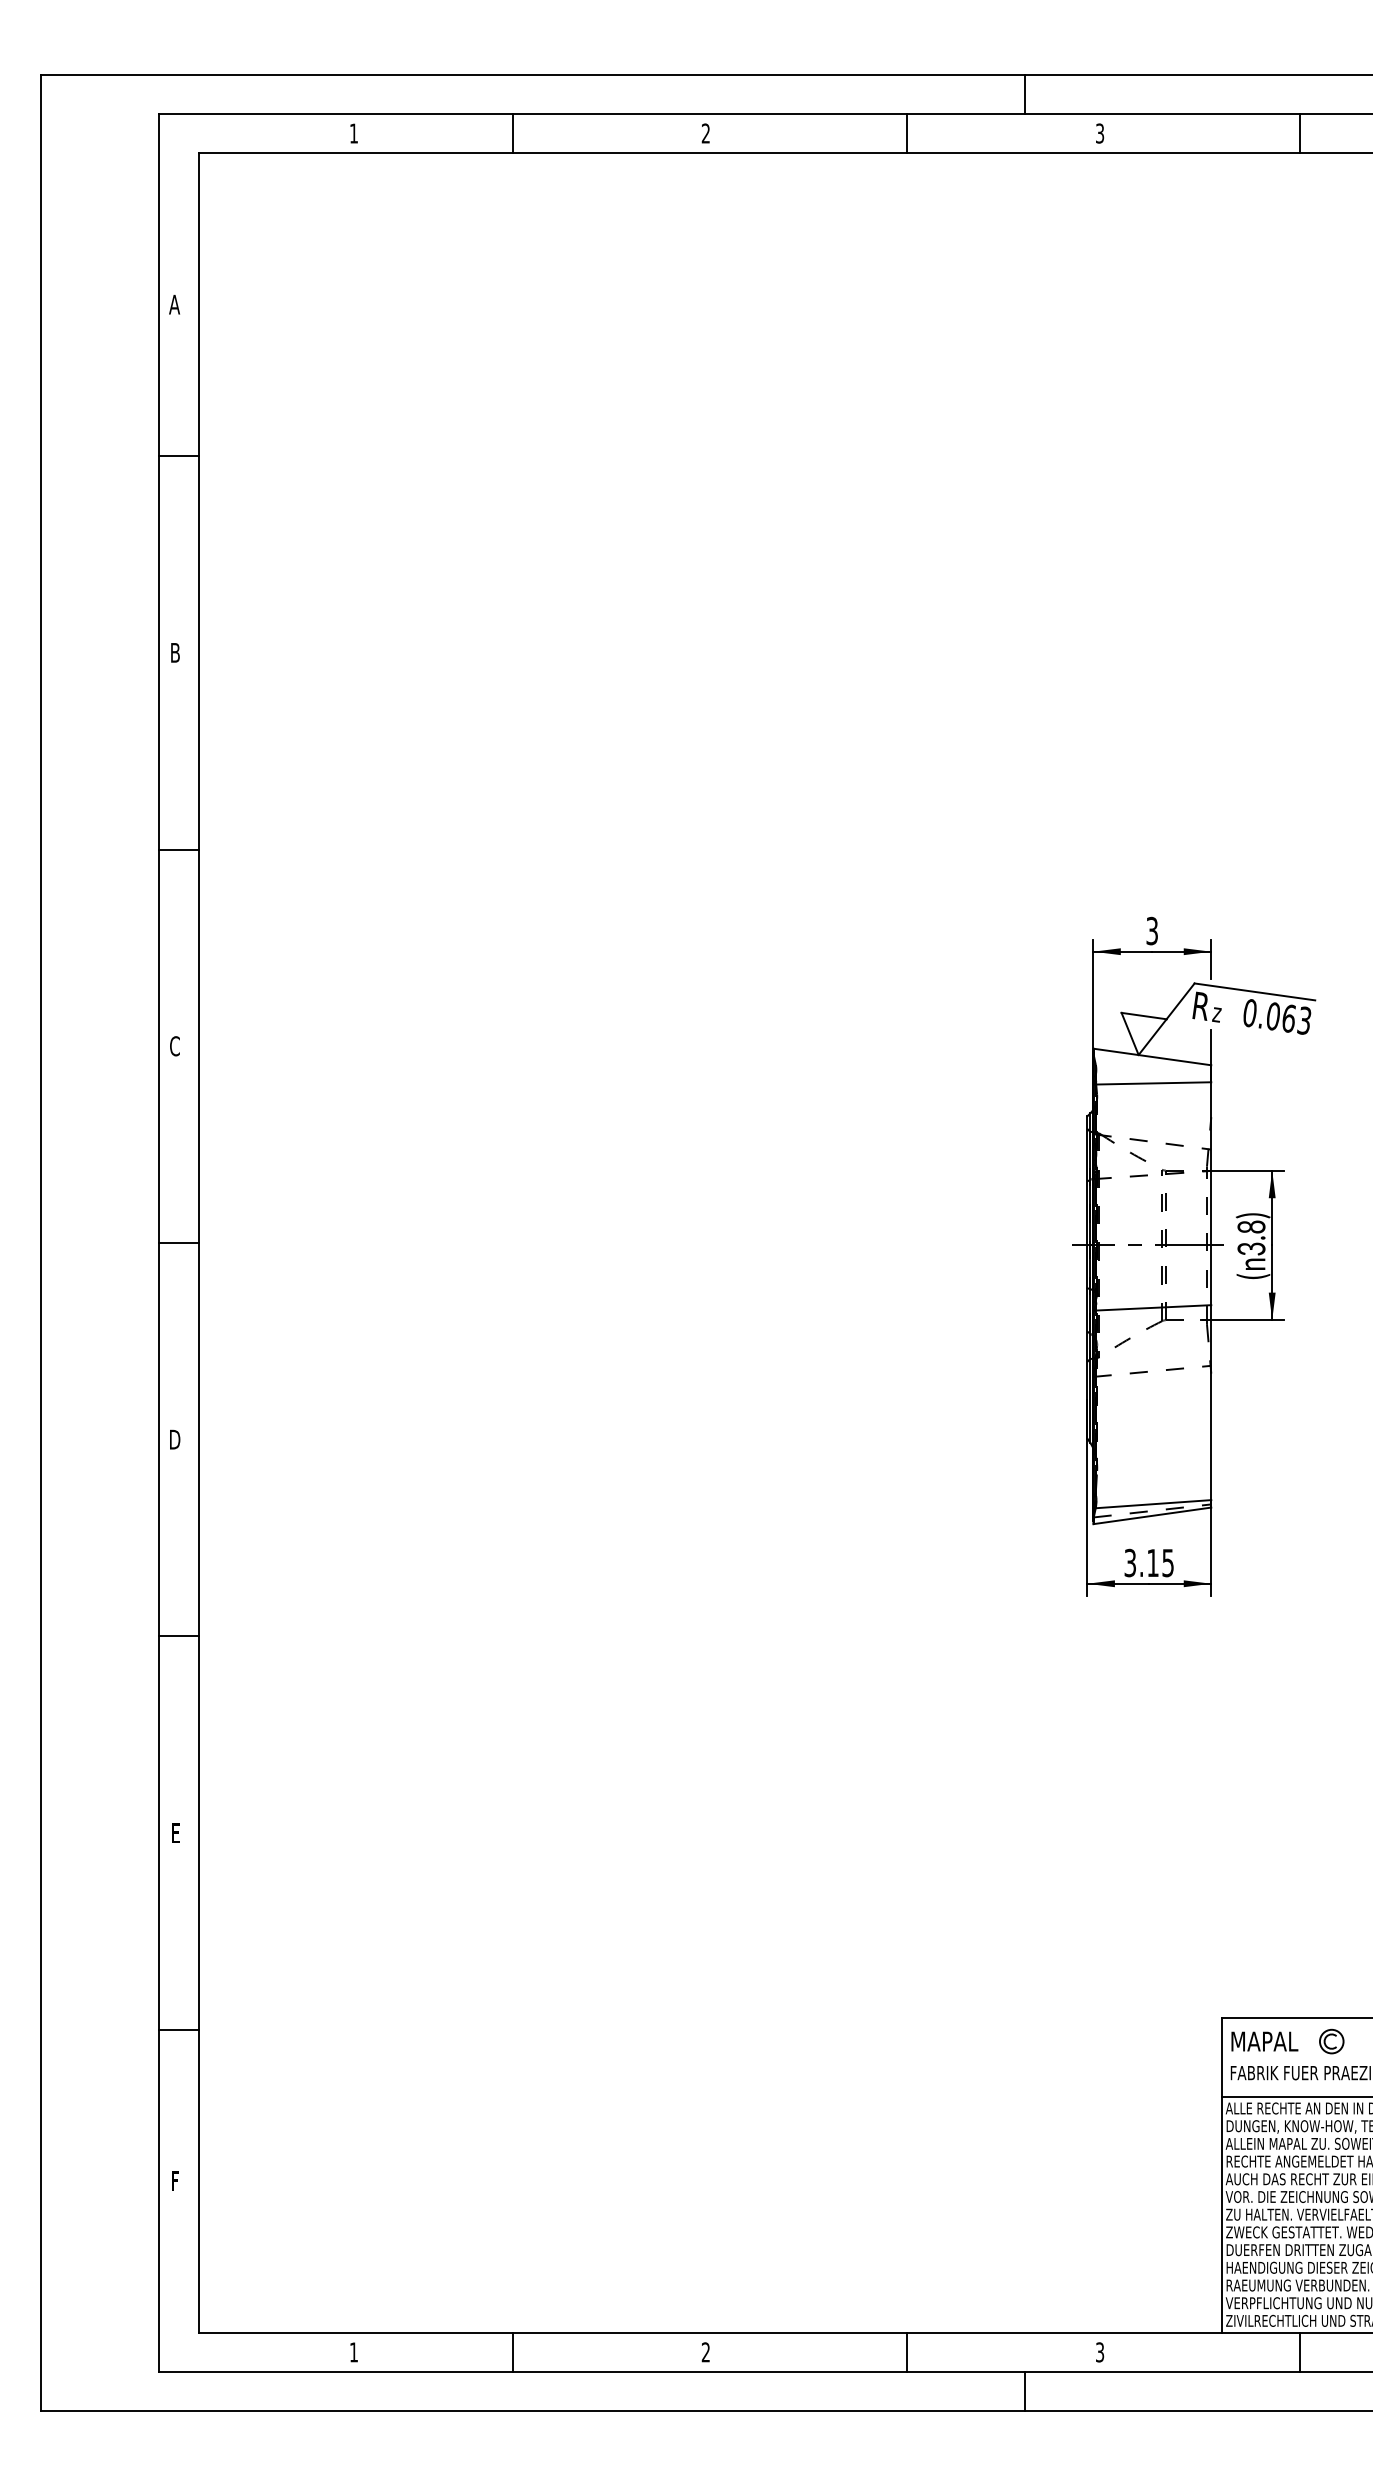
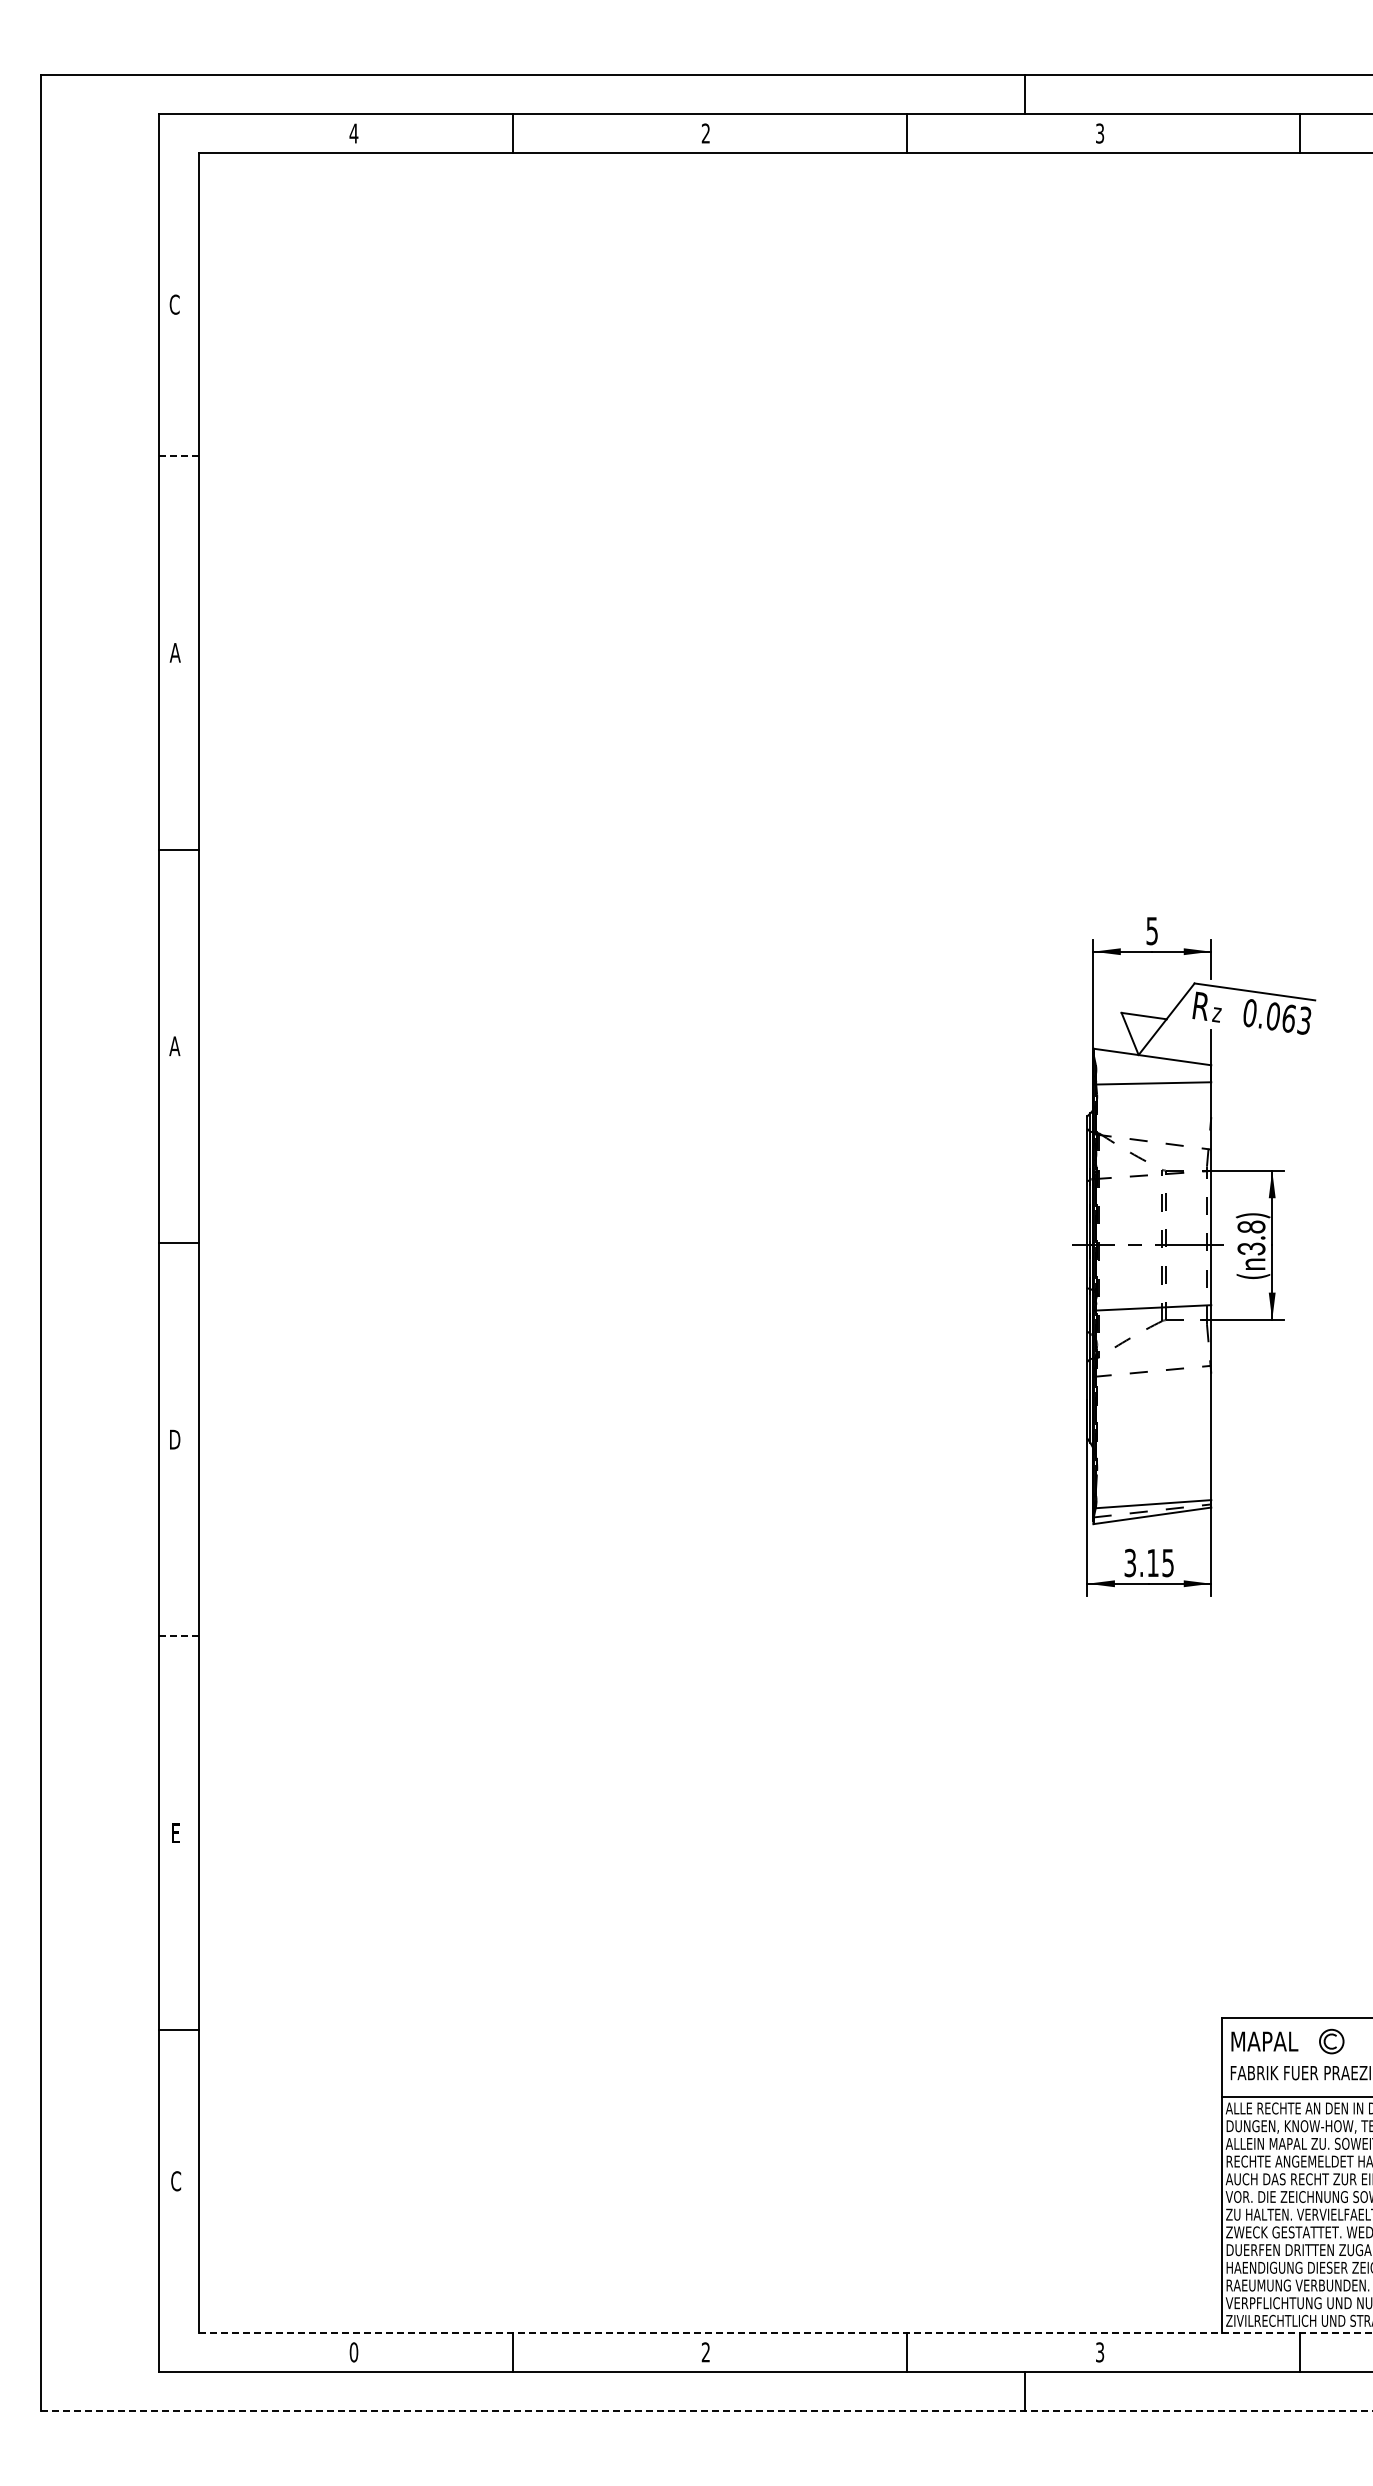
text at (353, 133): 1 -> 4
text at (174, 304): A -> C
line at (179, 456): solid -> dashed
text at (174, 652): B -> A
text at (1152, 930): 3 -> 5
text at (174, 1046): C -> A
line at (179, 1636): solid -> dashed
text at (176, 2181): F -> C
line at (785, 2332): solid -> dashed
text at (353, 2352): 1 -> 0
line at (707, 2411): solid -> dashed
